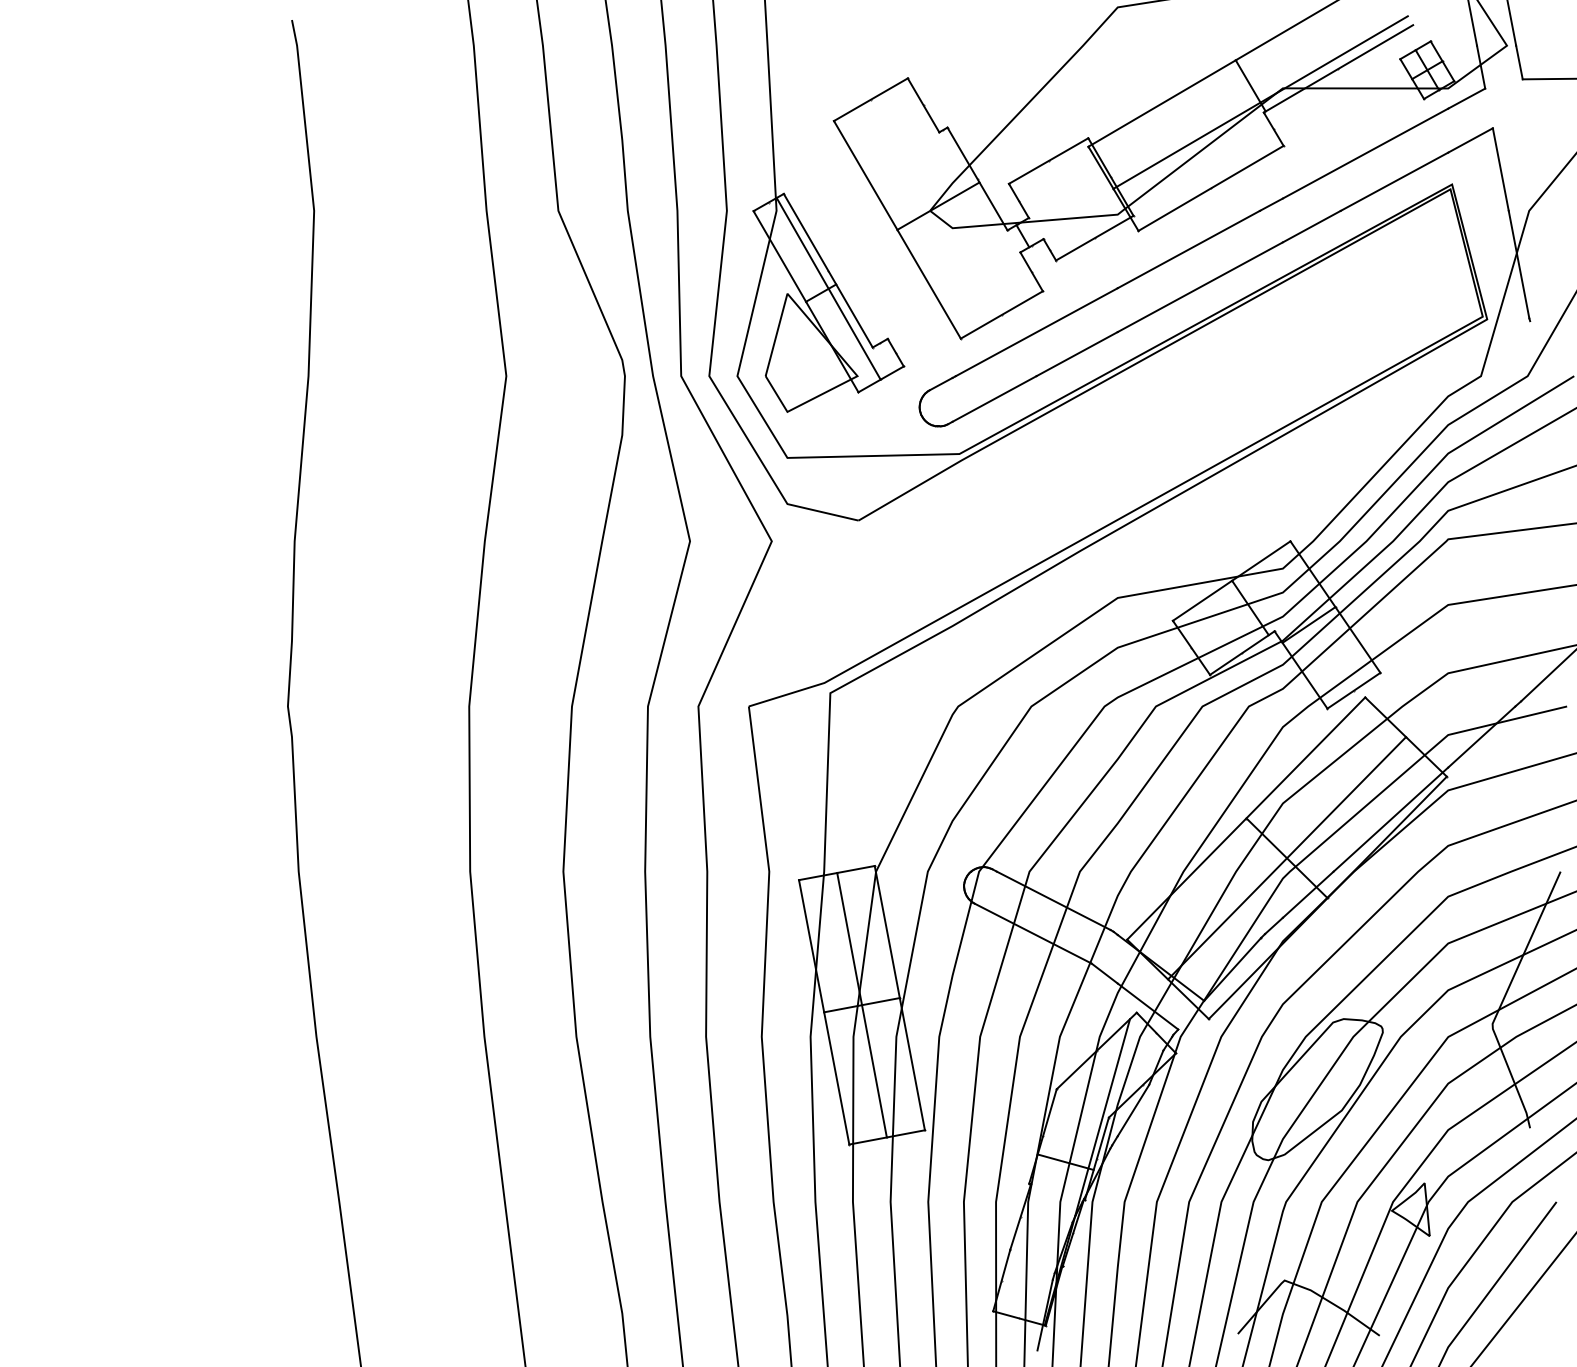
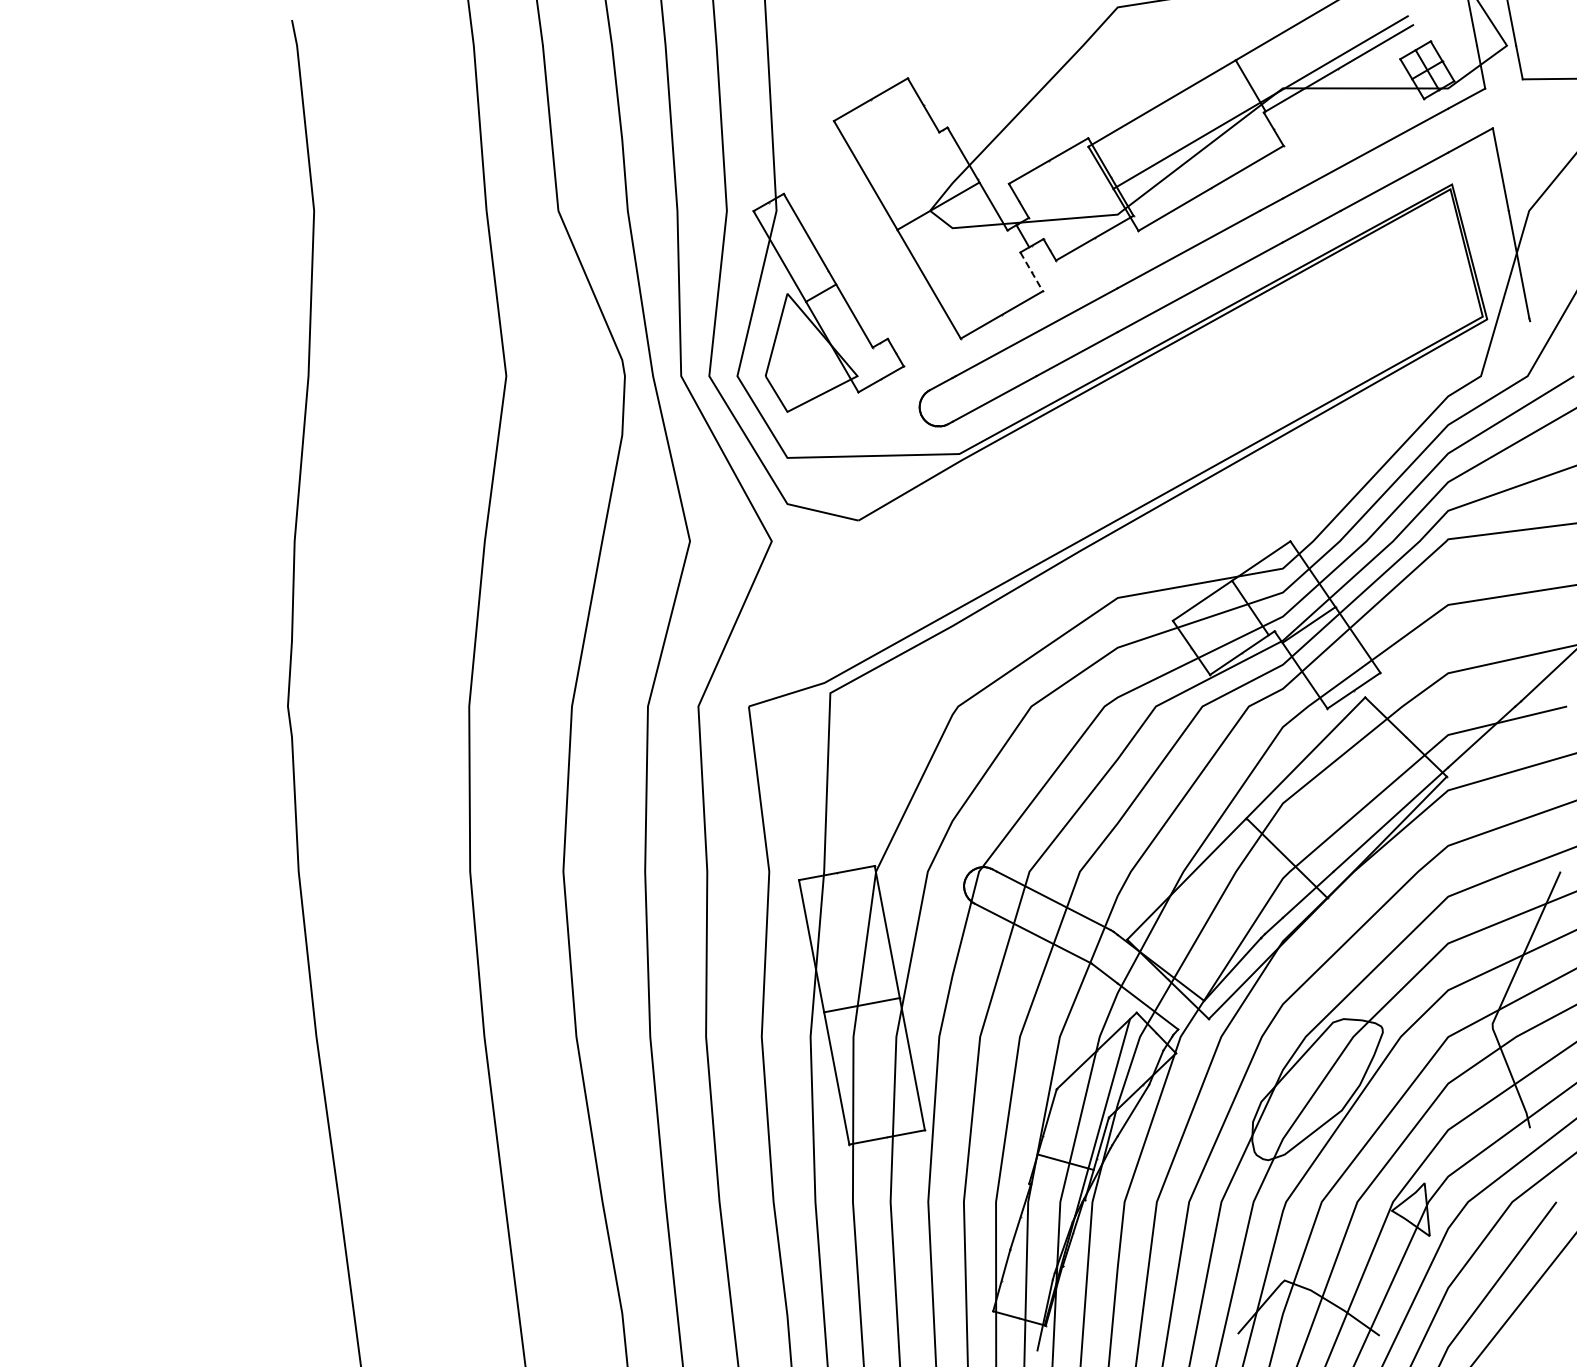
line at (1031, 272): solid -> dashed
line at (828, 288): present -> none
line at (1286, 858): present -> none
line at (861, 1004): present -> none
